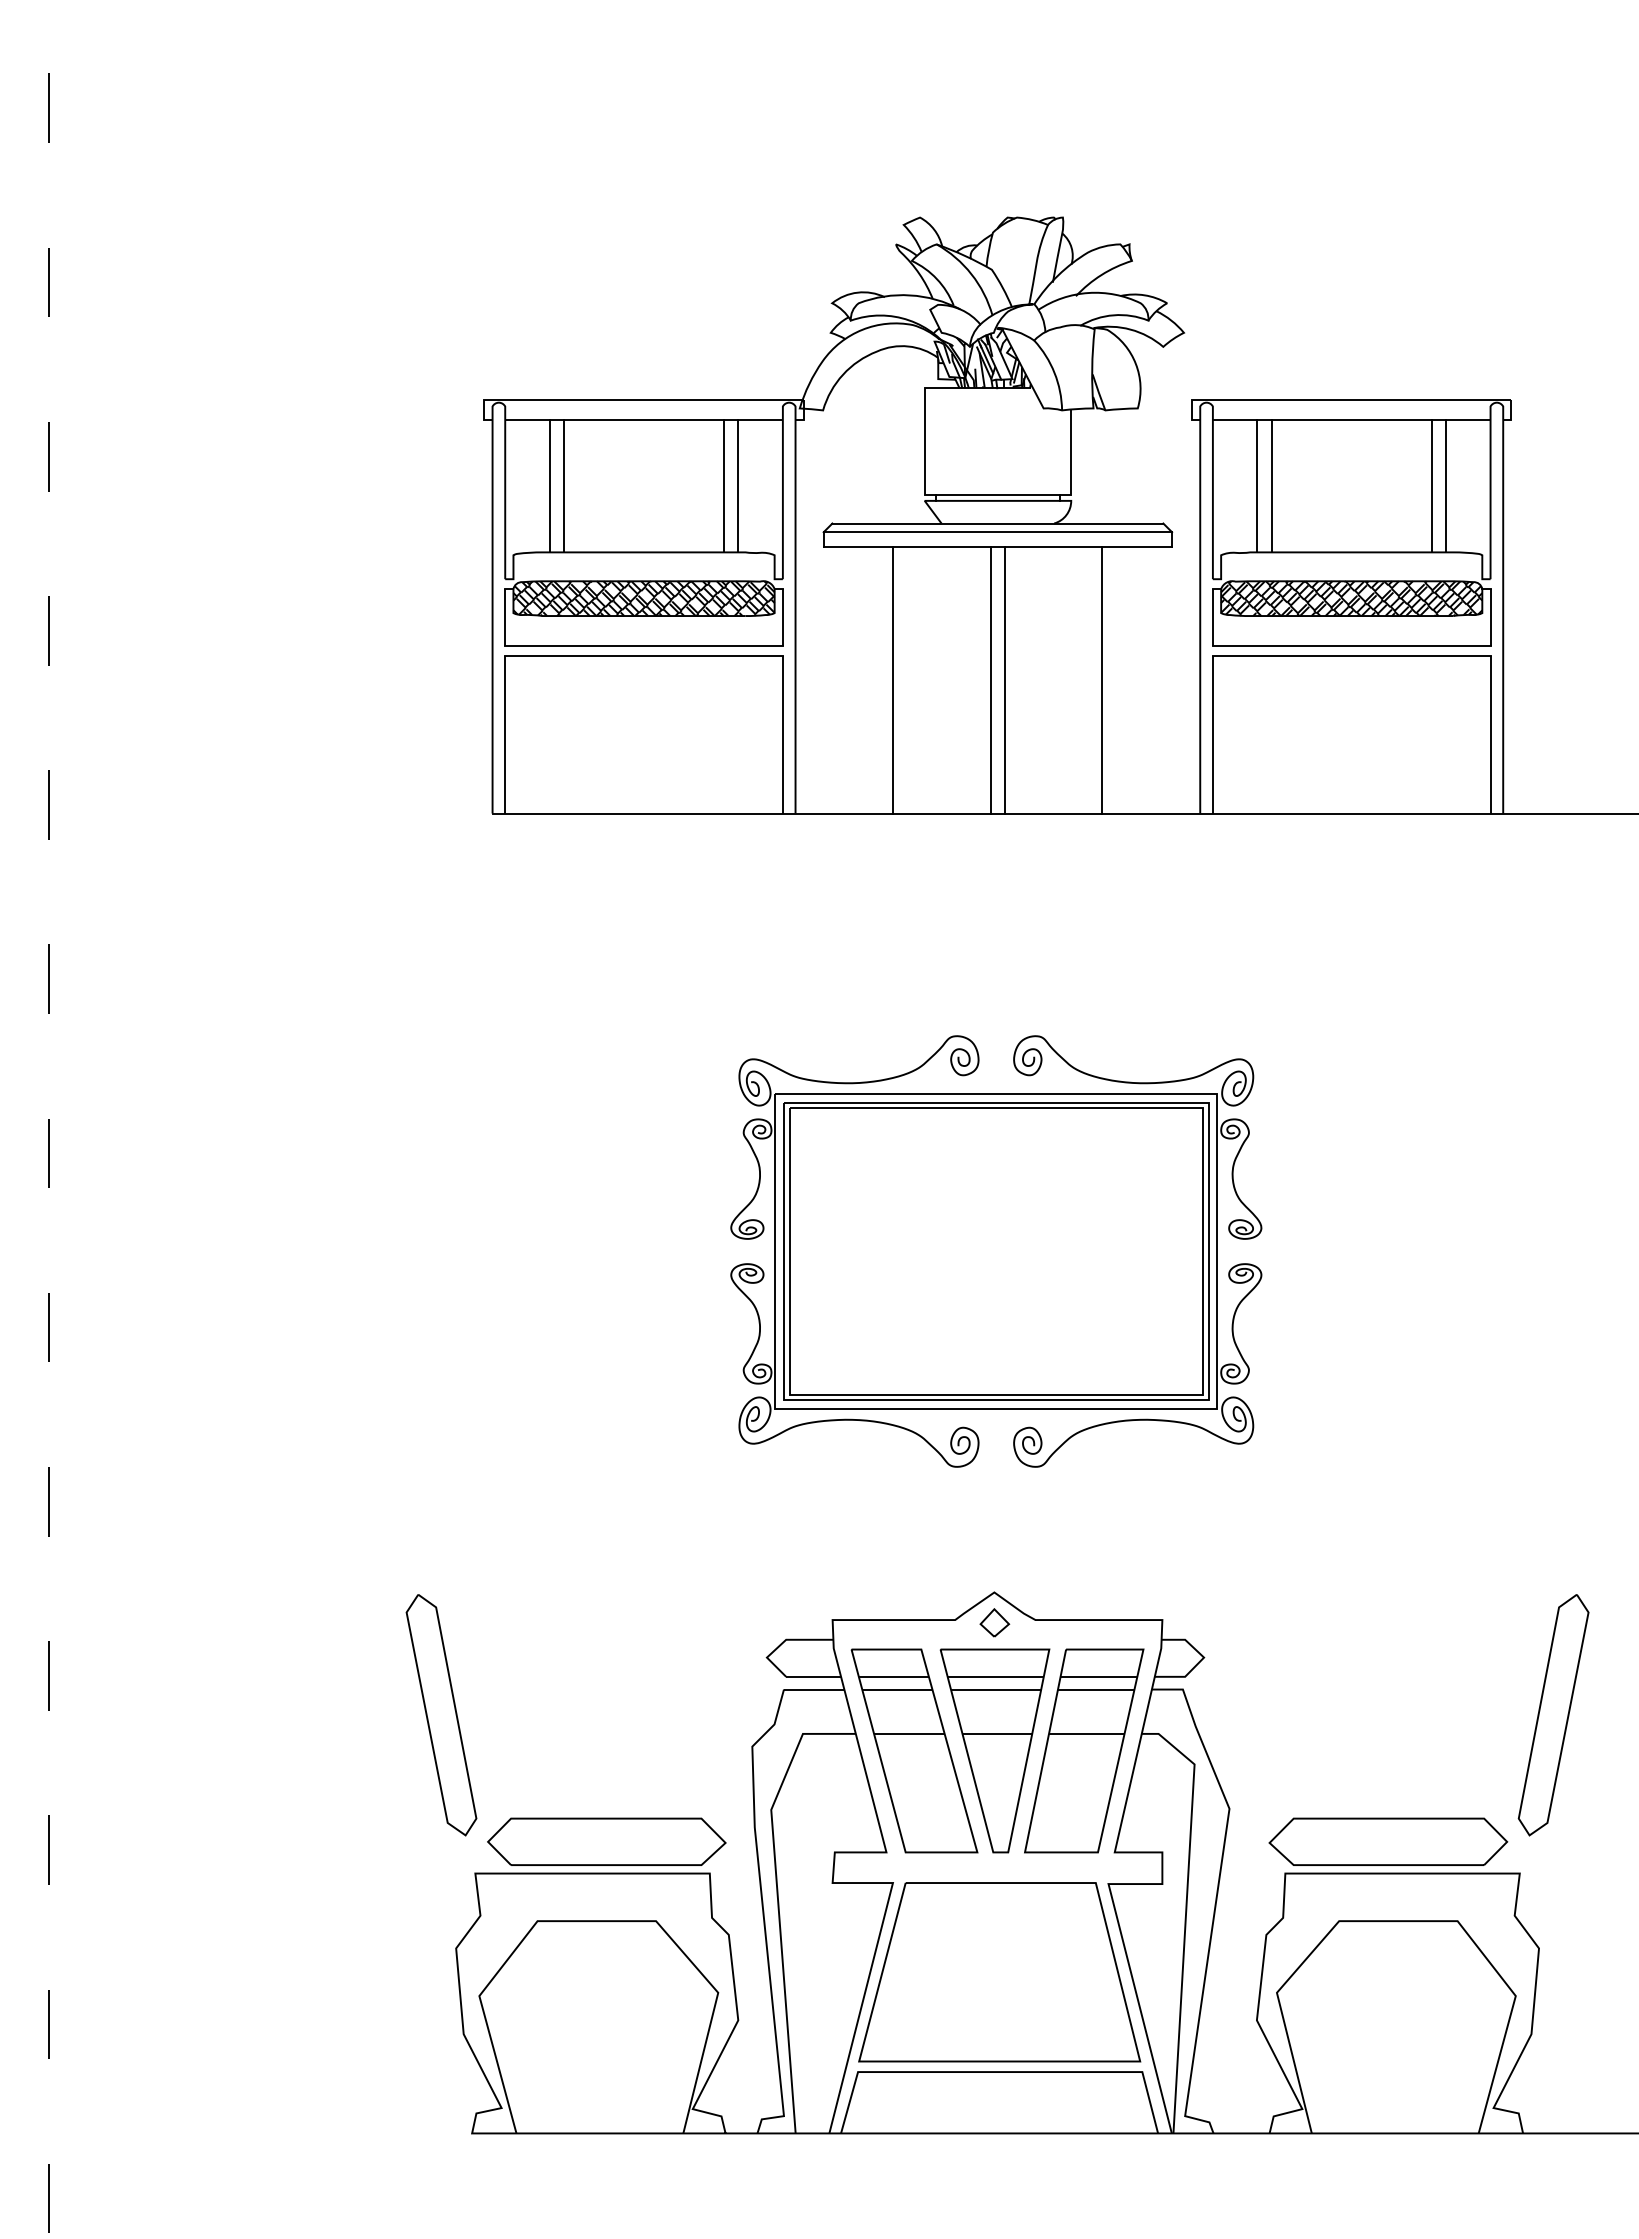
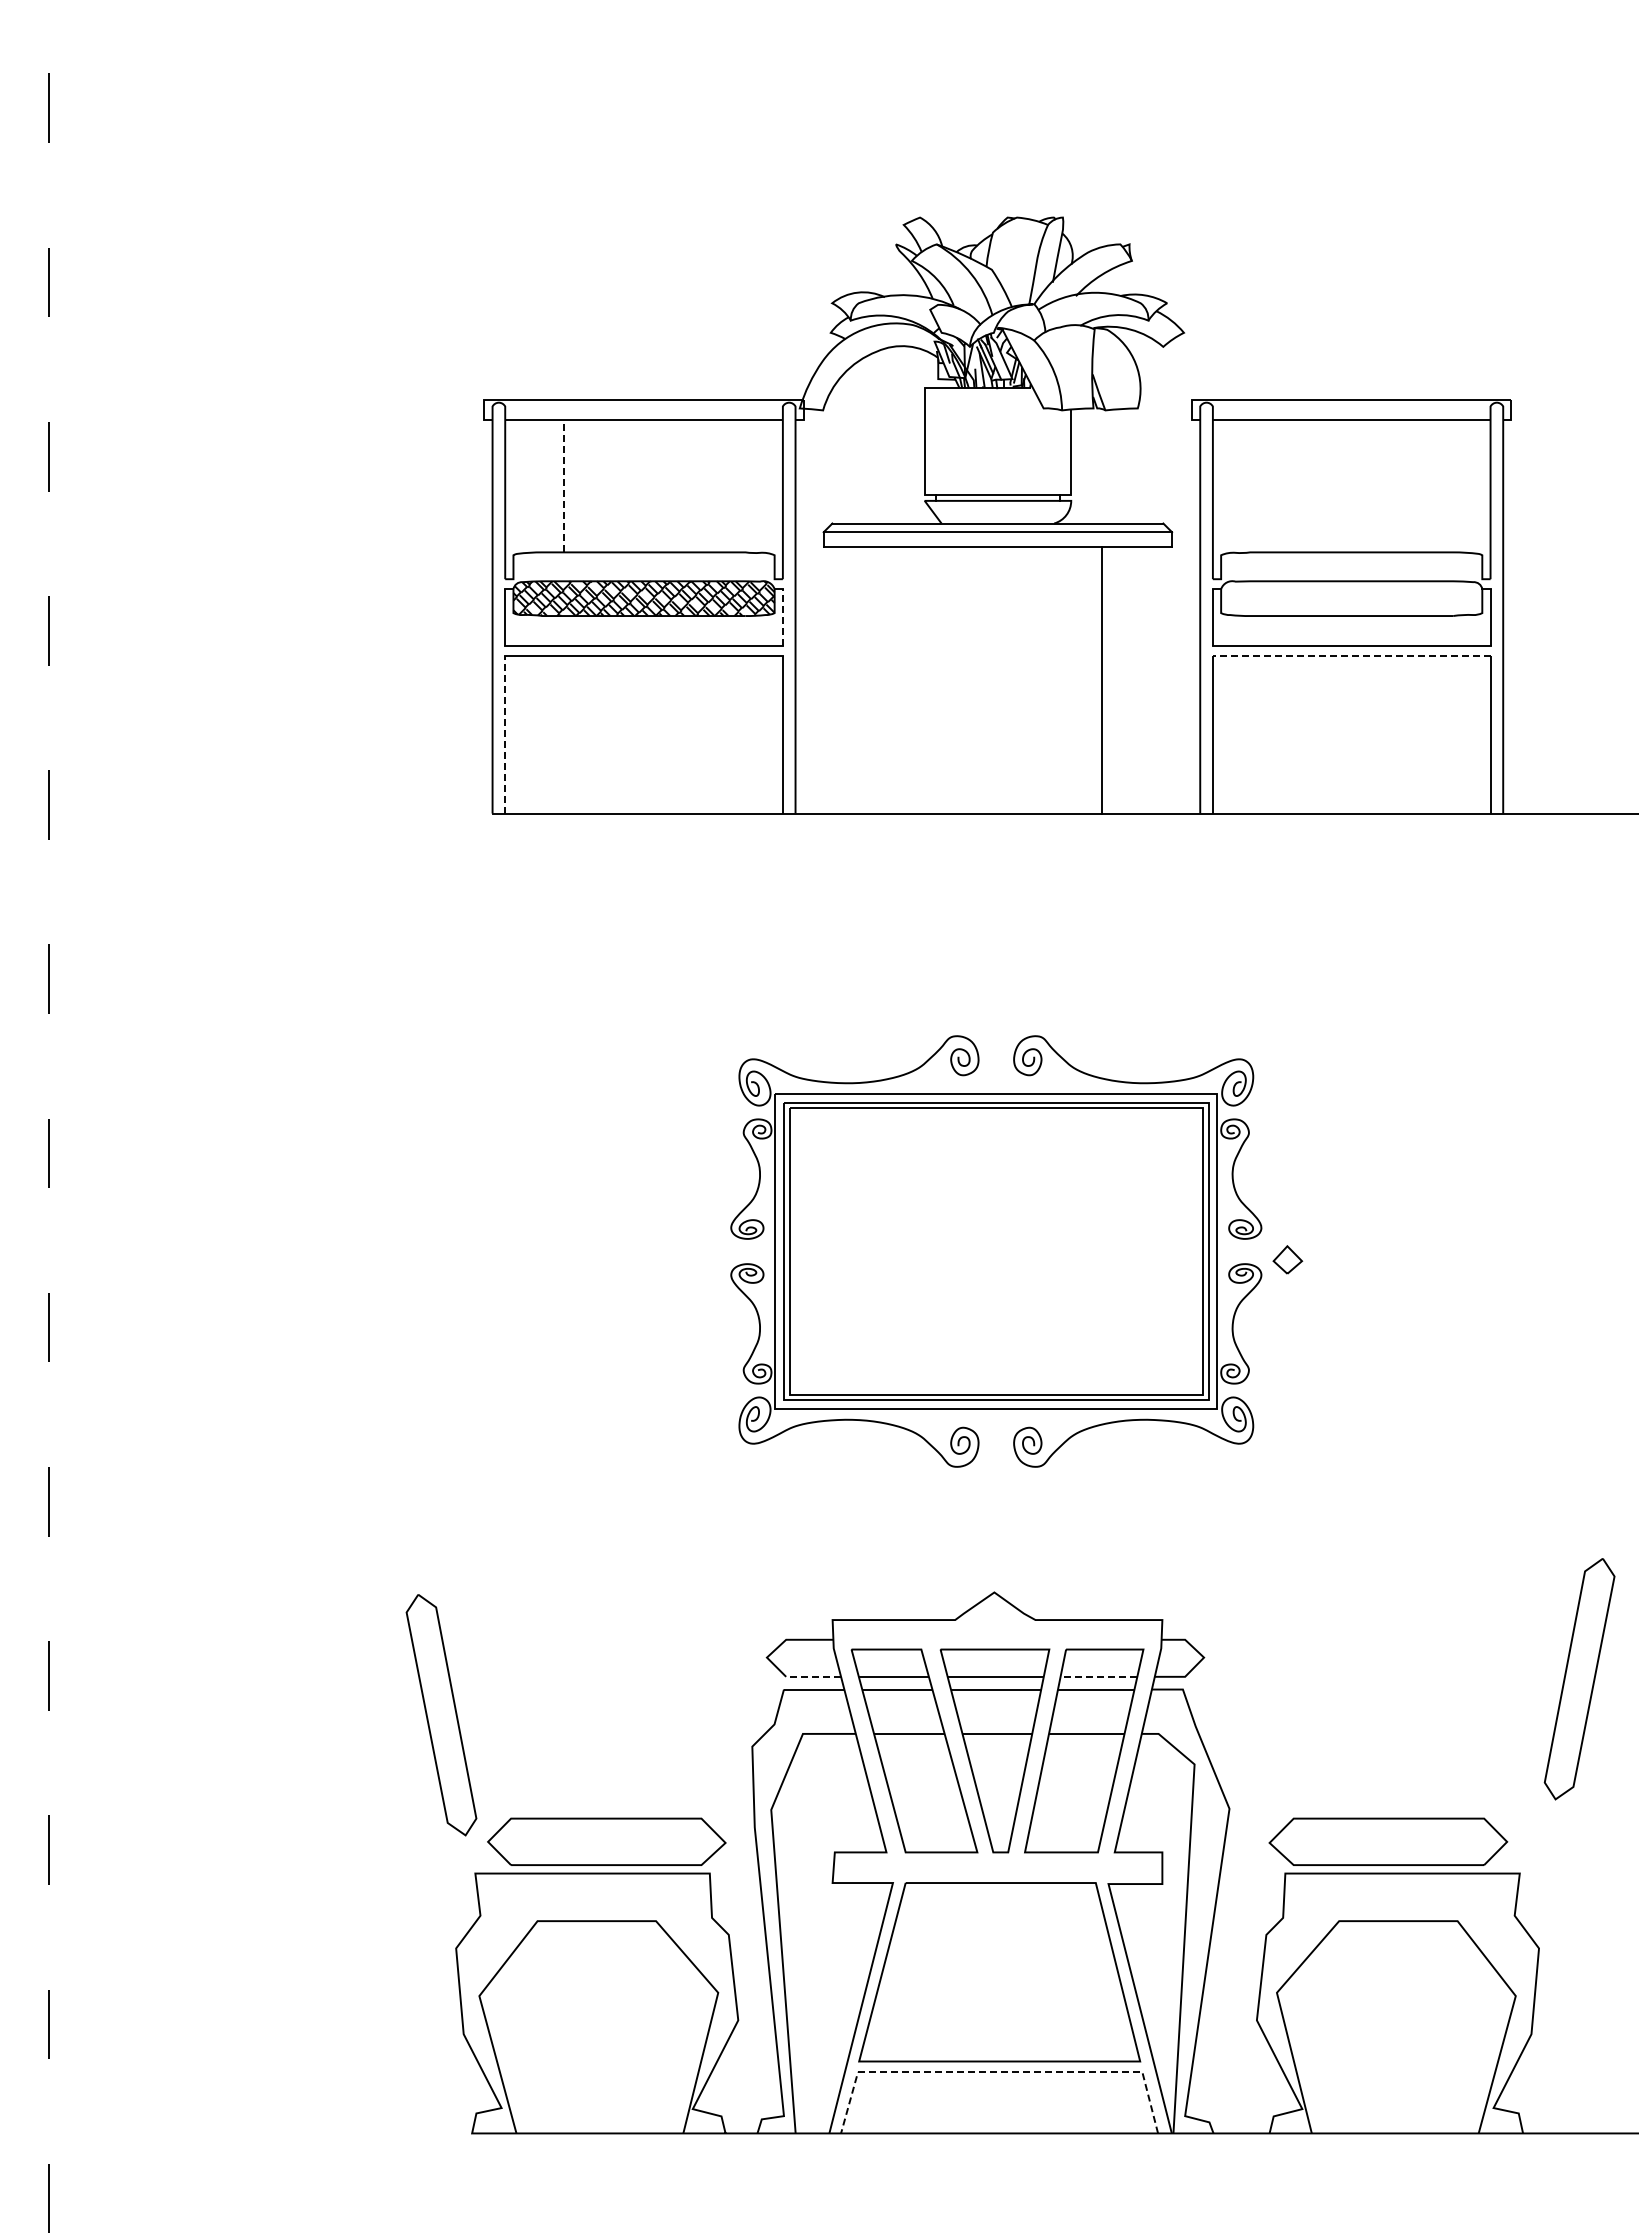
line at (564, 485): solid -> dashed
line at (549, 486): present -> none
line at (723, 486): present -> none
line at (738, 486): present -> none
line at (1257, 486): present -> none
line at (1271, 486): present -> none
line at (1431, 486): present -> none
line at (1446, 486): present -> none
hatch at (1351, 598): present -> none
line at (782, 617): solid -> dashed
line at (1351, 655): solid -> dashed
line at (893, 679): present -> none
line at (990, 679): present -> none
line at (1004, 679): present -> none
line at (505, 734): solid -> dashed
part at (994, 1622) position: (994, 1622) -> (1287, 1259)
line at (813, 1676): solid -> dashed
line at (1098, 1676): solid -> dashed
part at (1553, 1715) position: (1553, 1715) -> (1579, 1679)
line at (999, 2072): solid -> dashed
